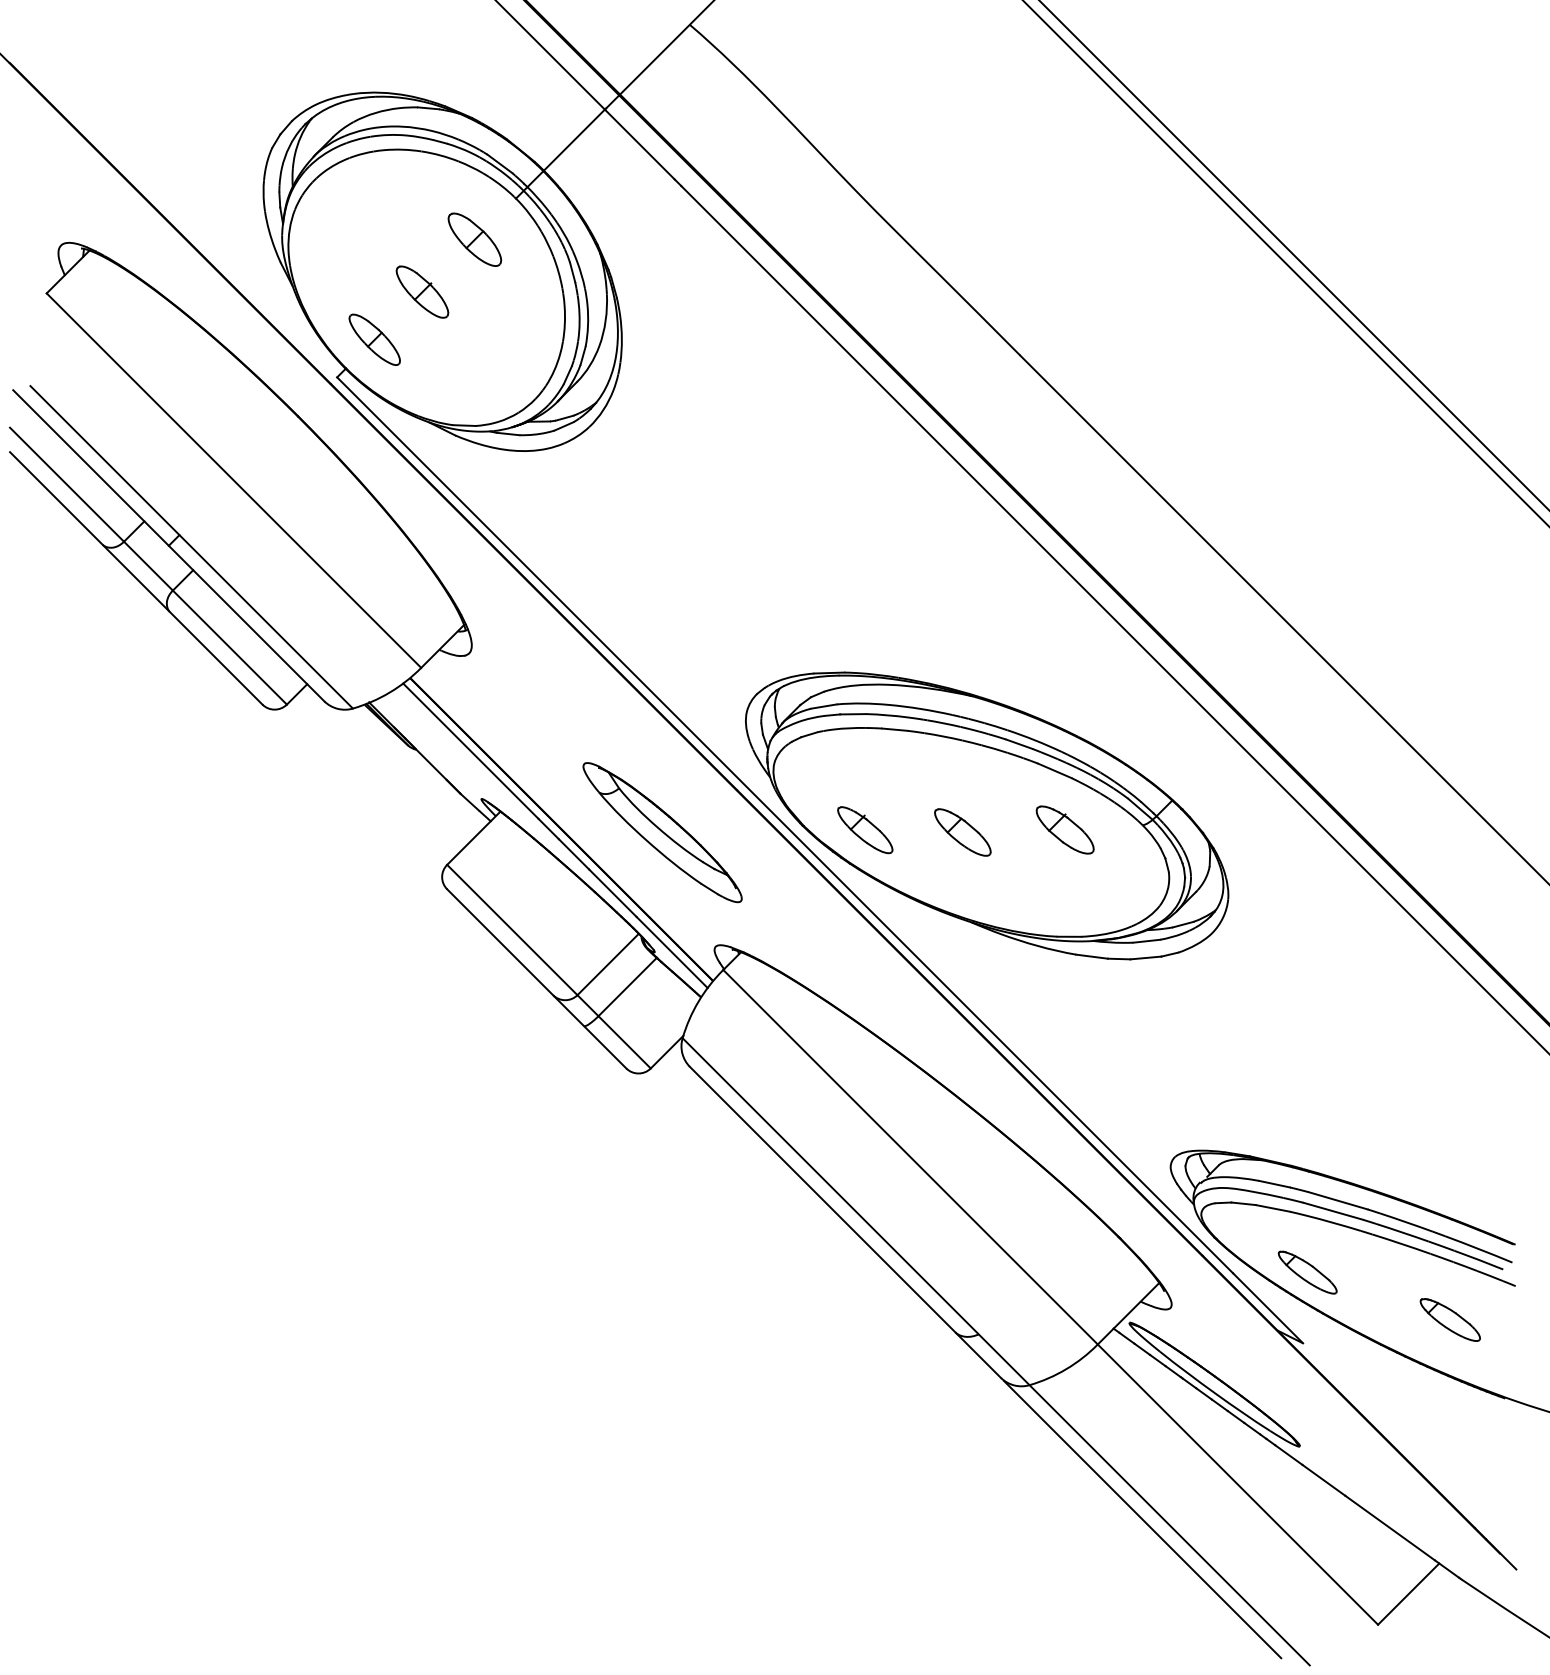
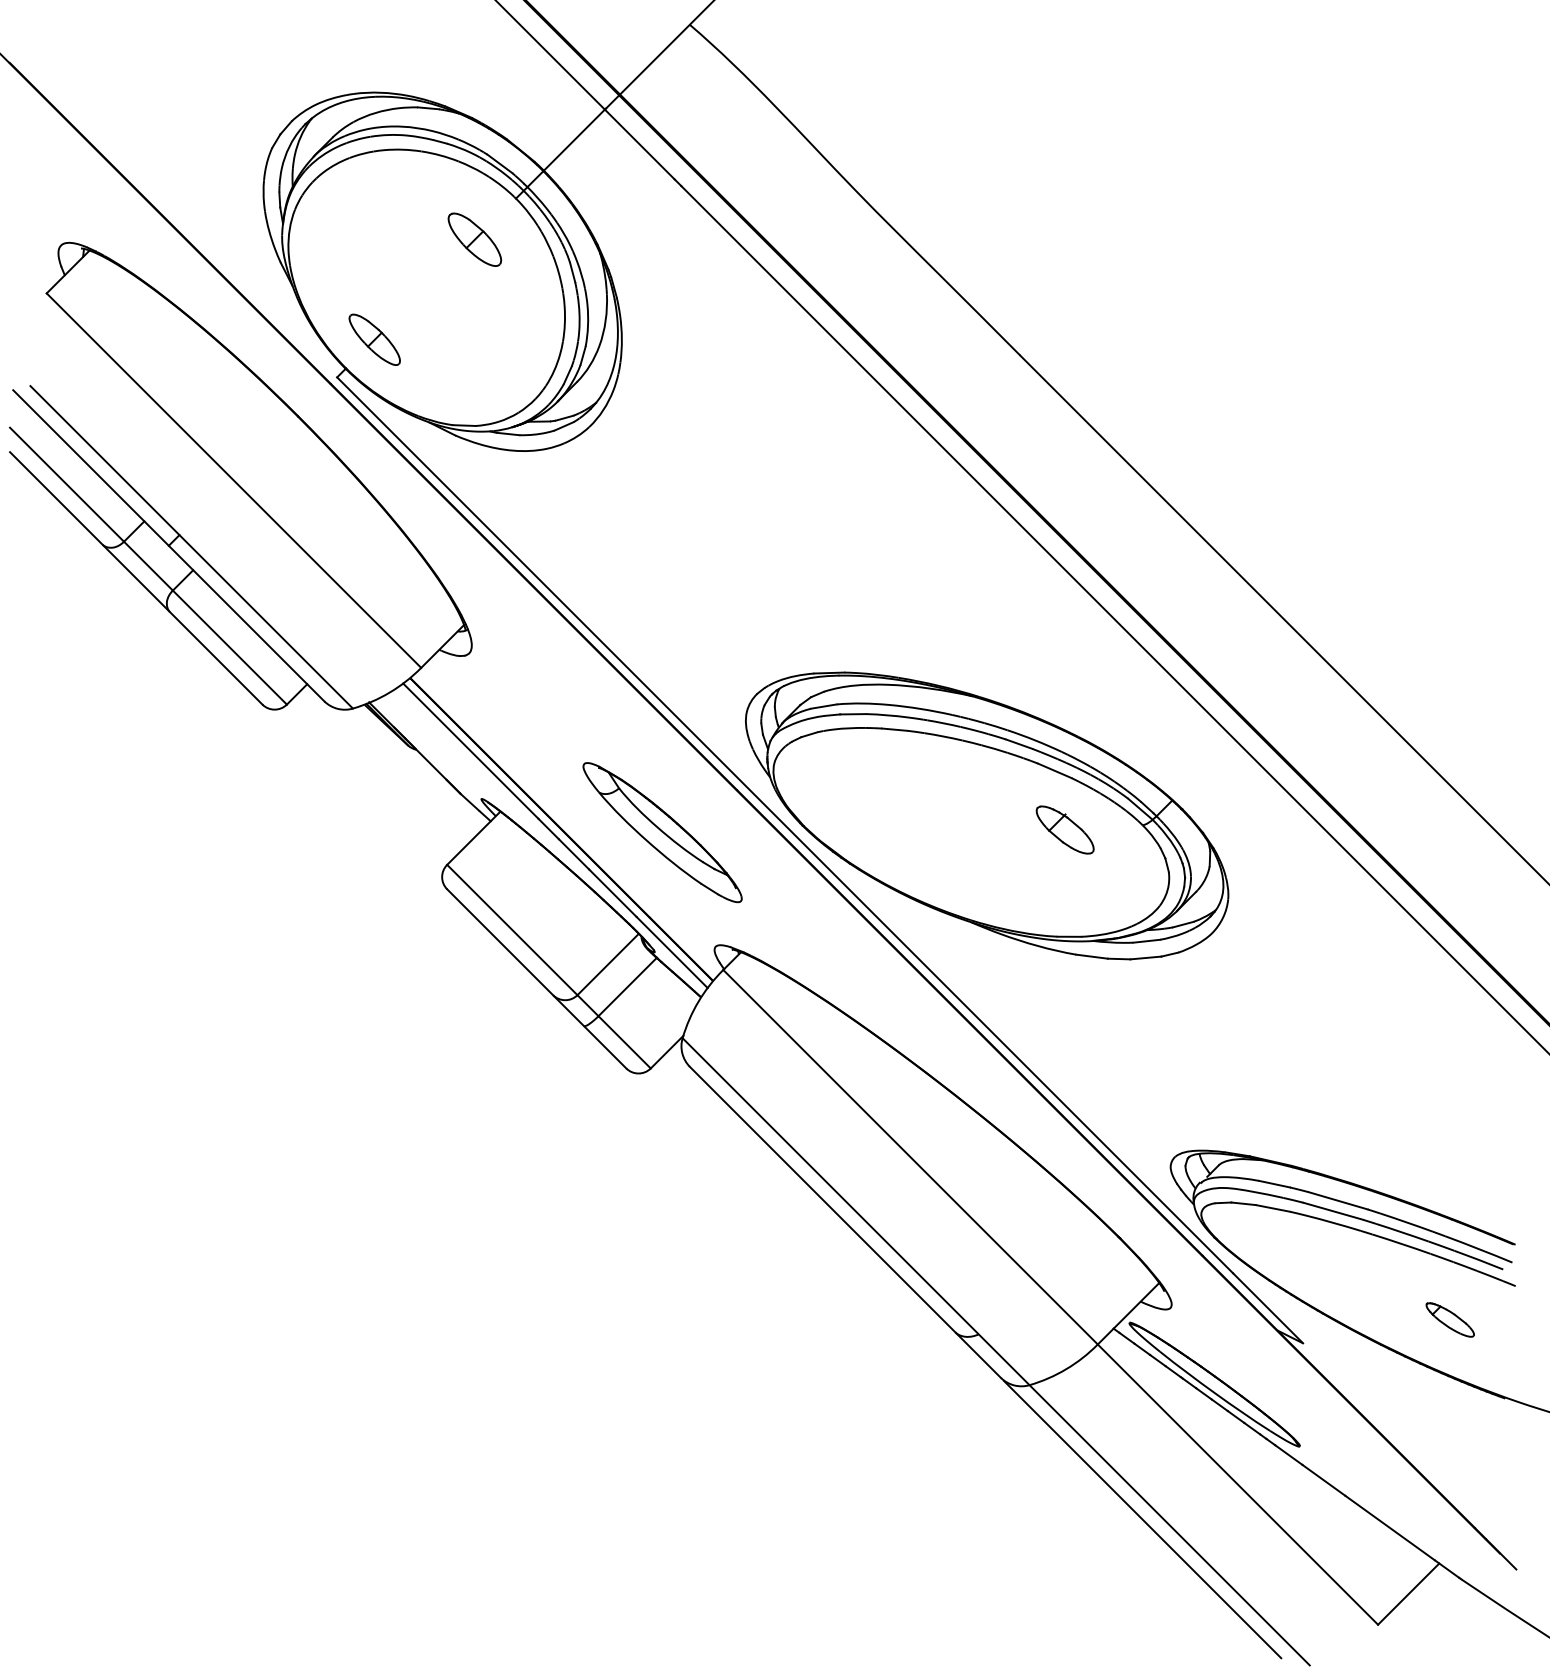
line at (1293, 254): present -> none
line at (1285, 263): present -> none
part at (422, 291): present -> none
part at (865, 830): present -> none
part at (962, 832): present -> none
part at (1307, 1272): present -> none
part at (1449, 1319) size: 62x44 px -> 50x36 px
